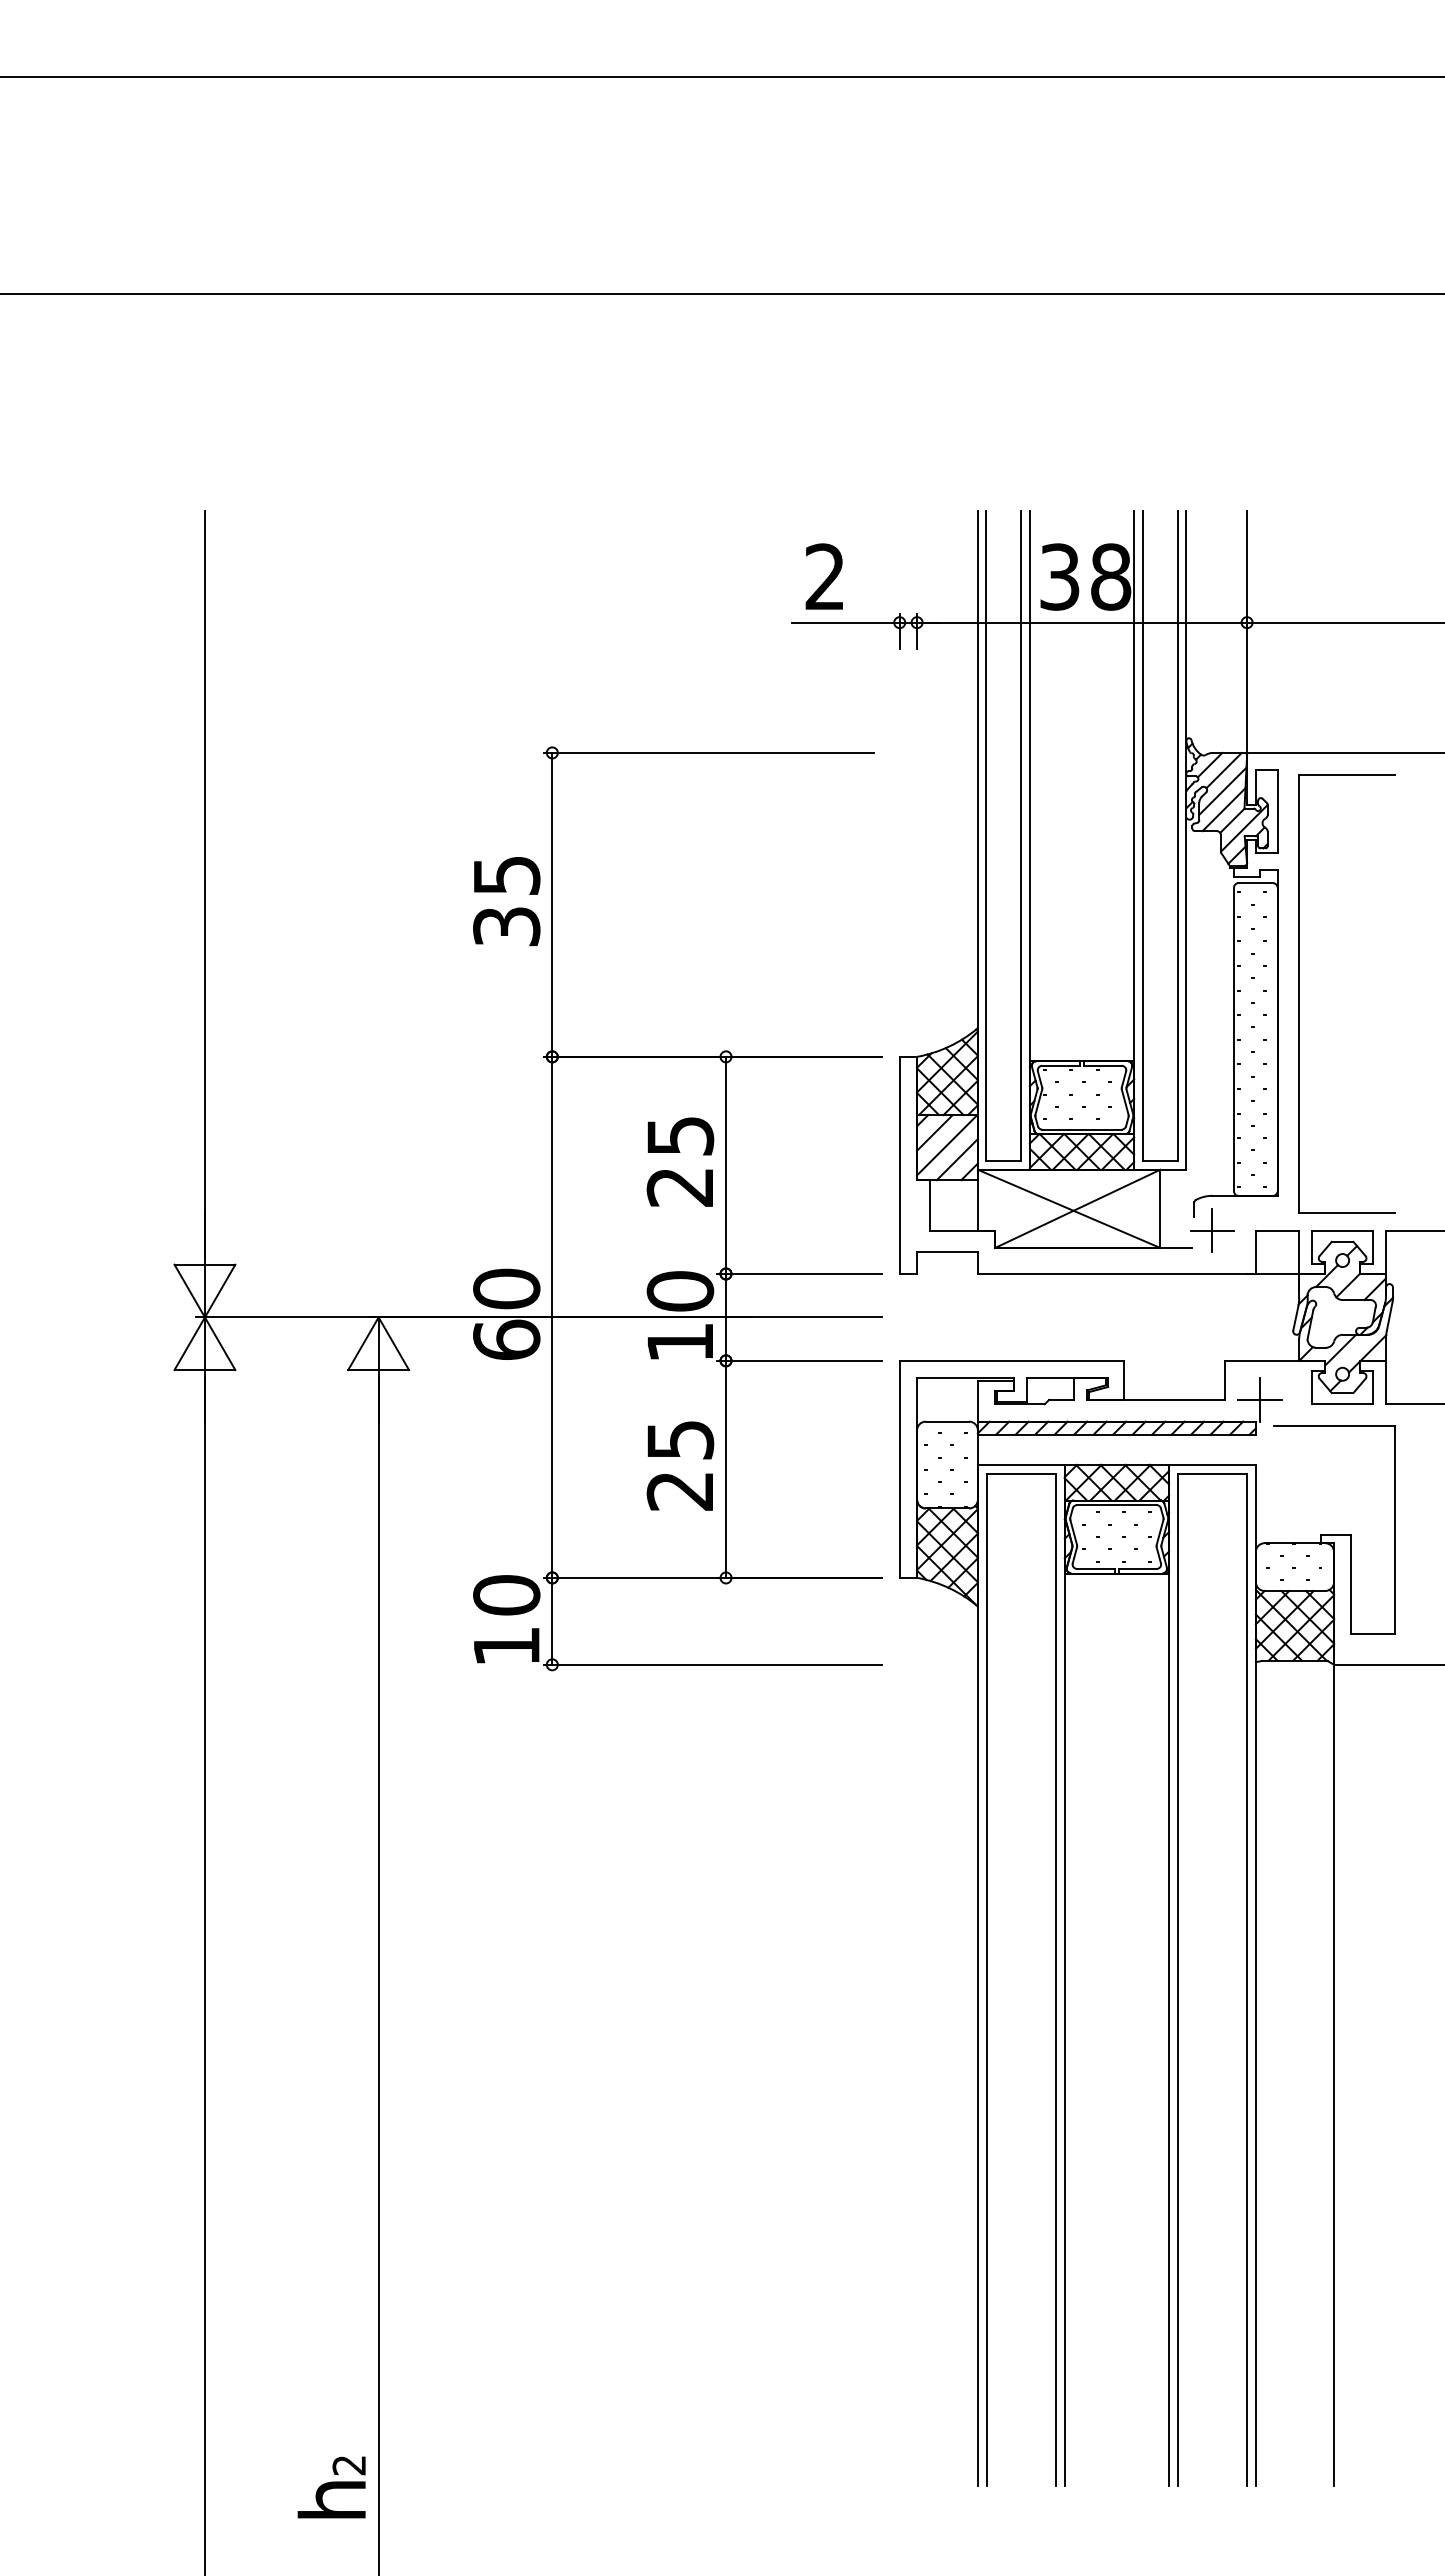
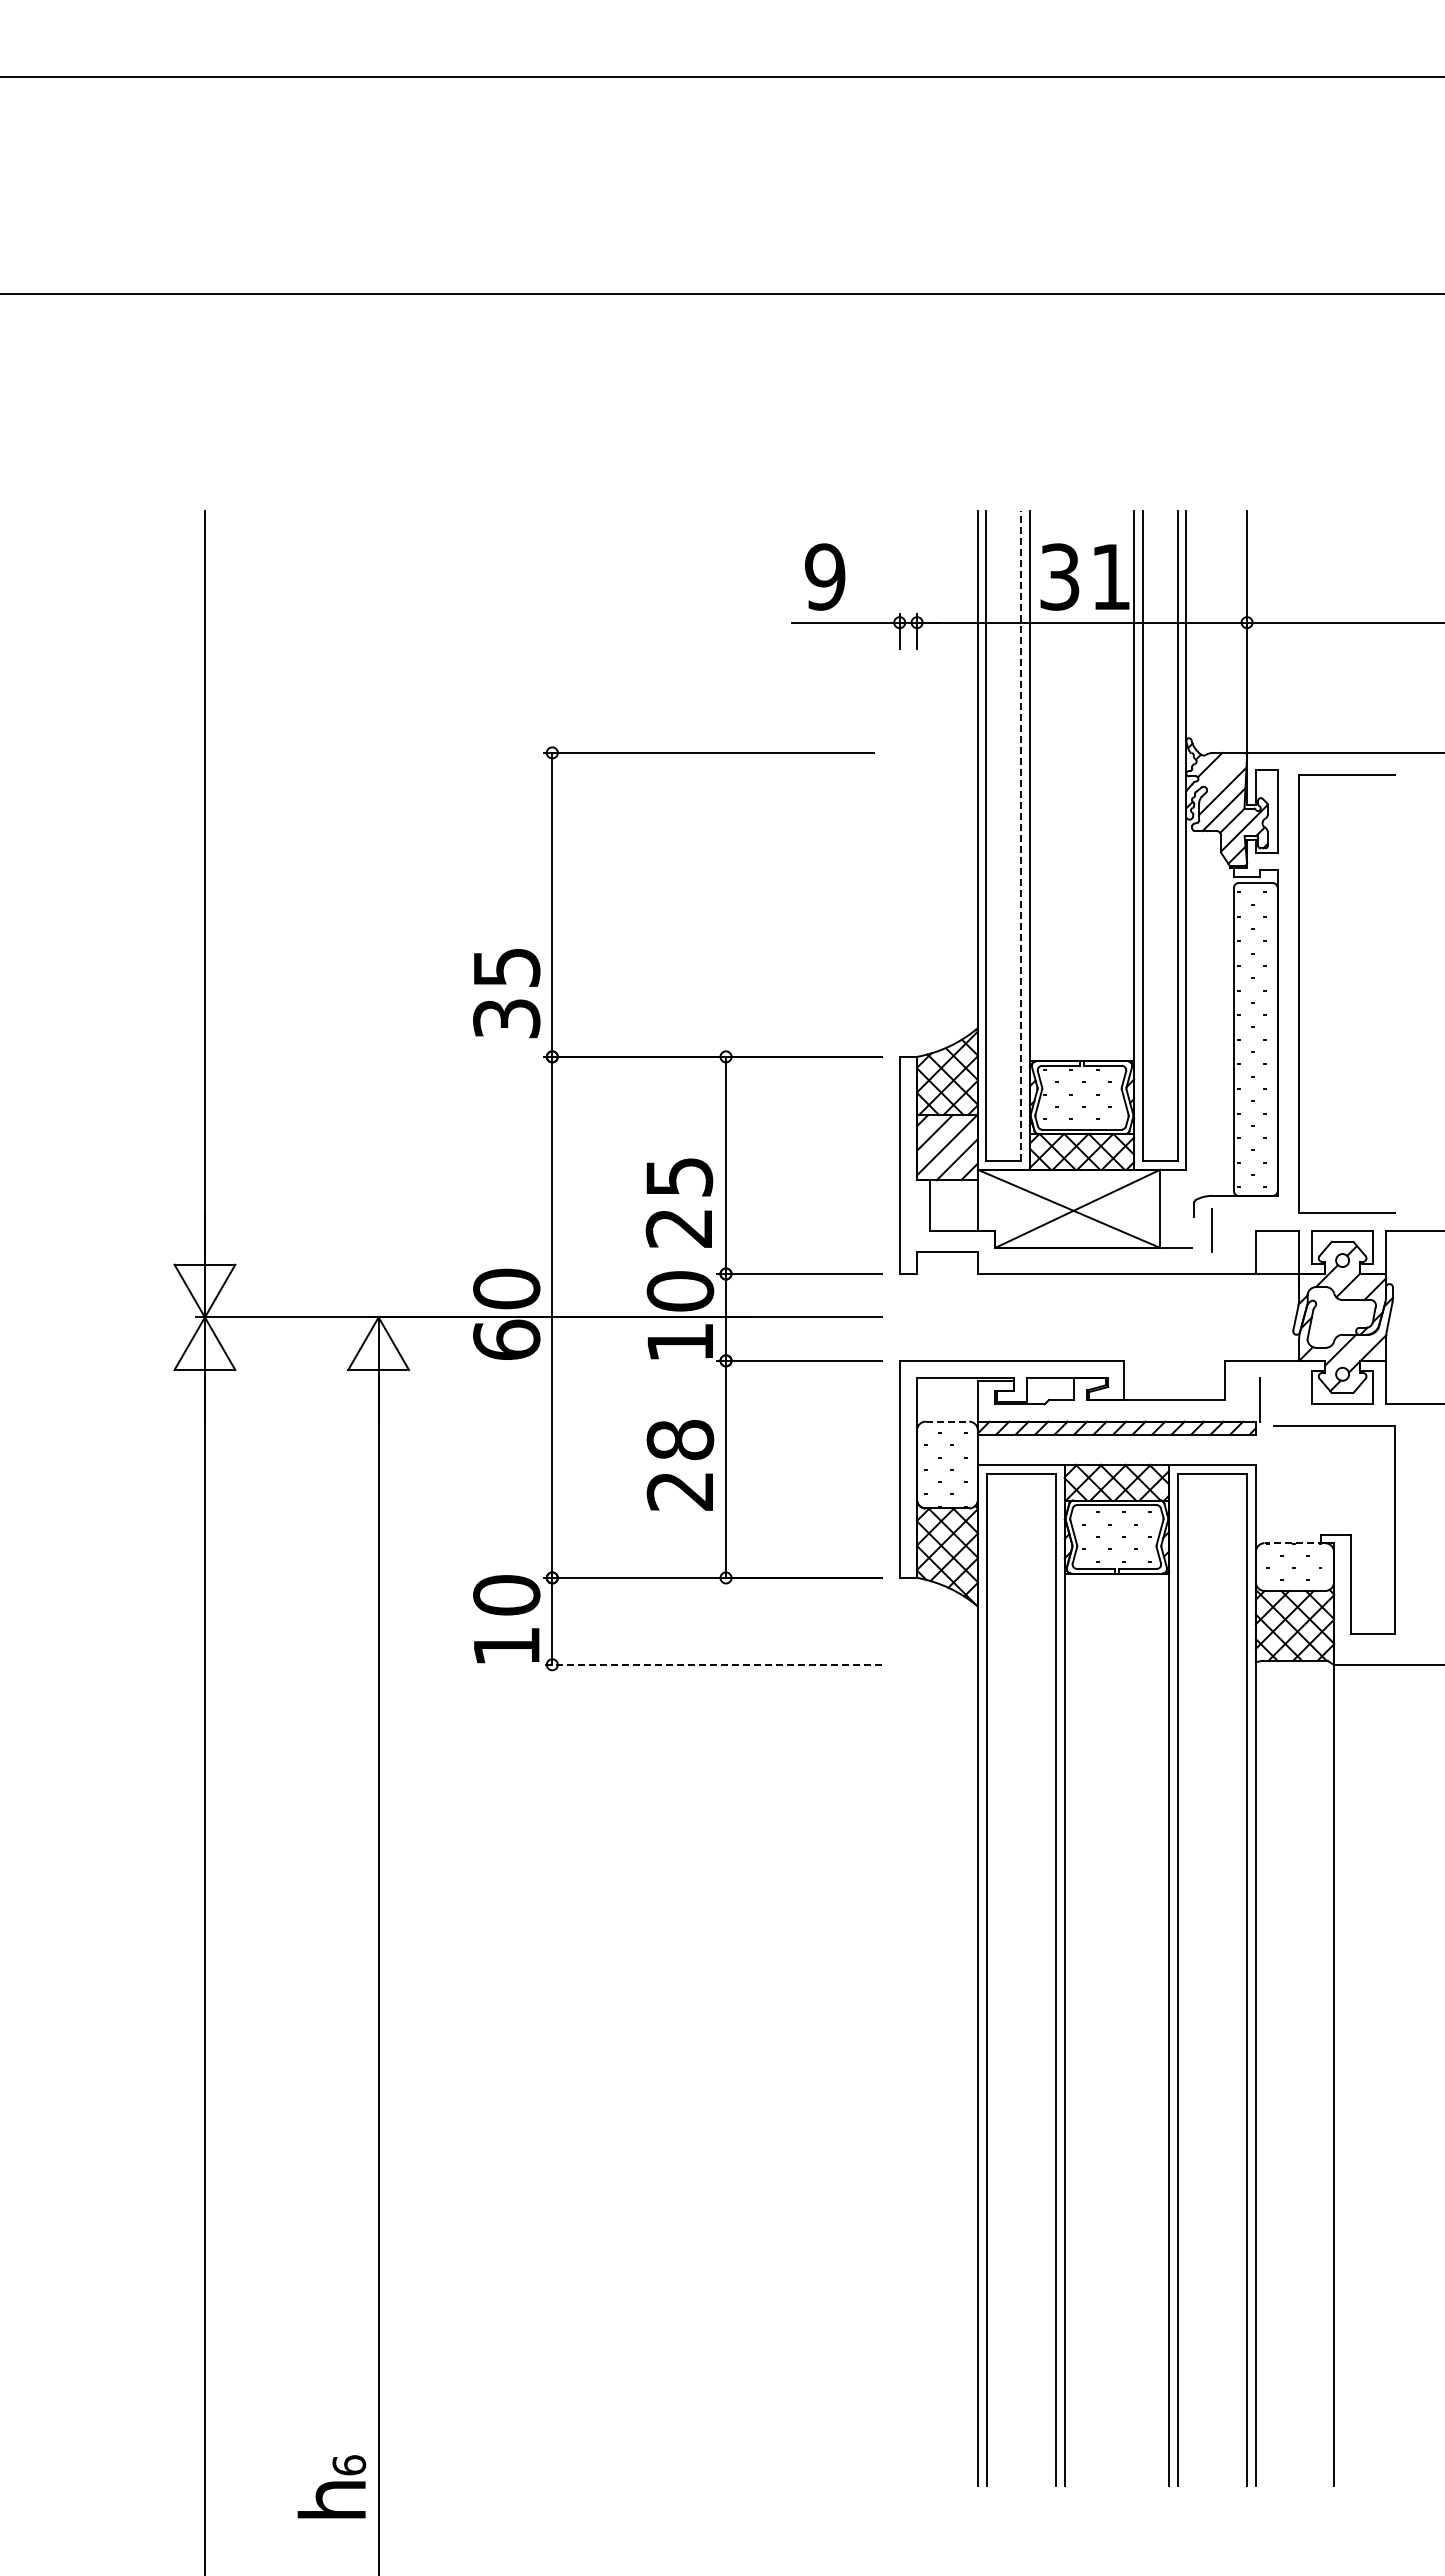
text at (825, 576): 2 -> 9
text at (1111, 576): 38 -> 31
line at (1223, 770): present -> none
line at (1021, 836): solid -> dashed
text at (506, 901) position: (506, 901) -> (506, 993)
text at (680, 1161) position: (680, 1161) -> (679, 1202)
line at (1212, 1230): present -> none
line at (1259, 1399): present -> none
line at (947, 1421): solid -> dashed
text at (680, 1440): 25 -> 28
line at (1294, 1543): solid -> dashed
line at (712, 1664): solid -> dashed
text at (349, 2465): 2 -> 6
